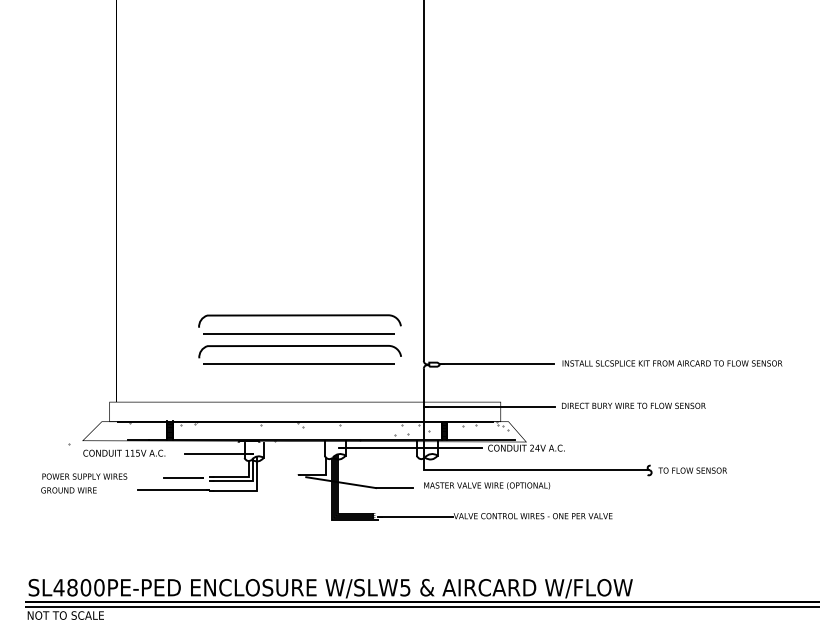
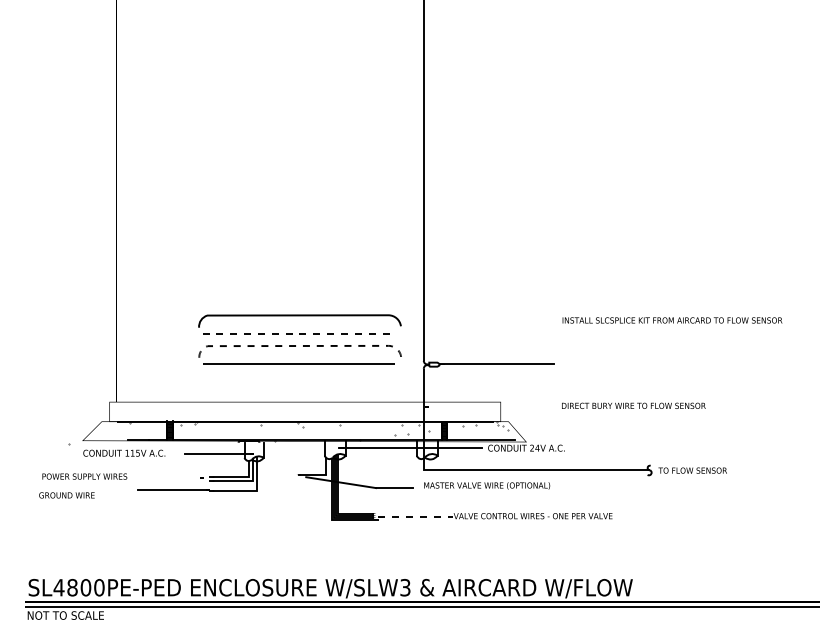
line at (299, 333): solid -> dashed
line at (301, 346): solid -> dashed
text at (672, 363) position: (672, 363) -> (672, 320)
line at (489, 407): present -> none
line at (183, 478): present -> none
text at (68, 490) position: (68, 490) -> (66, 495)
line at (416, 517): solid -> dashed
text at (405, 587): W/SLW5 -> W/SLW3
